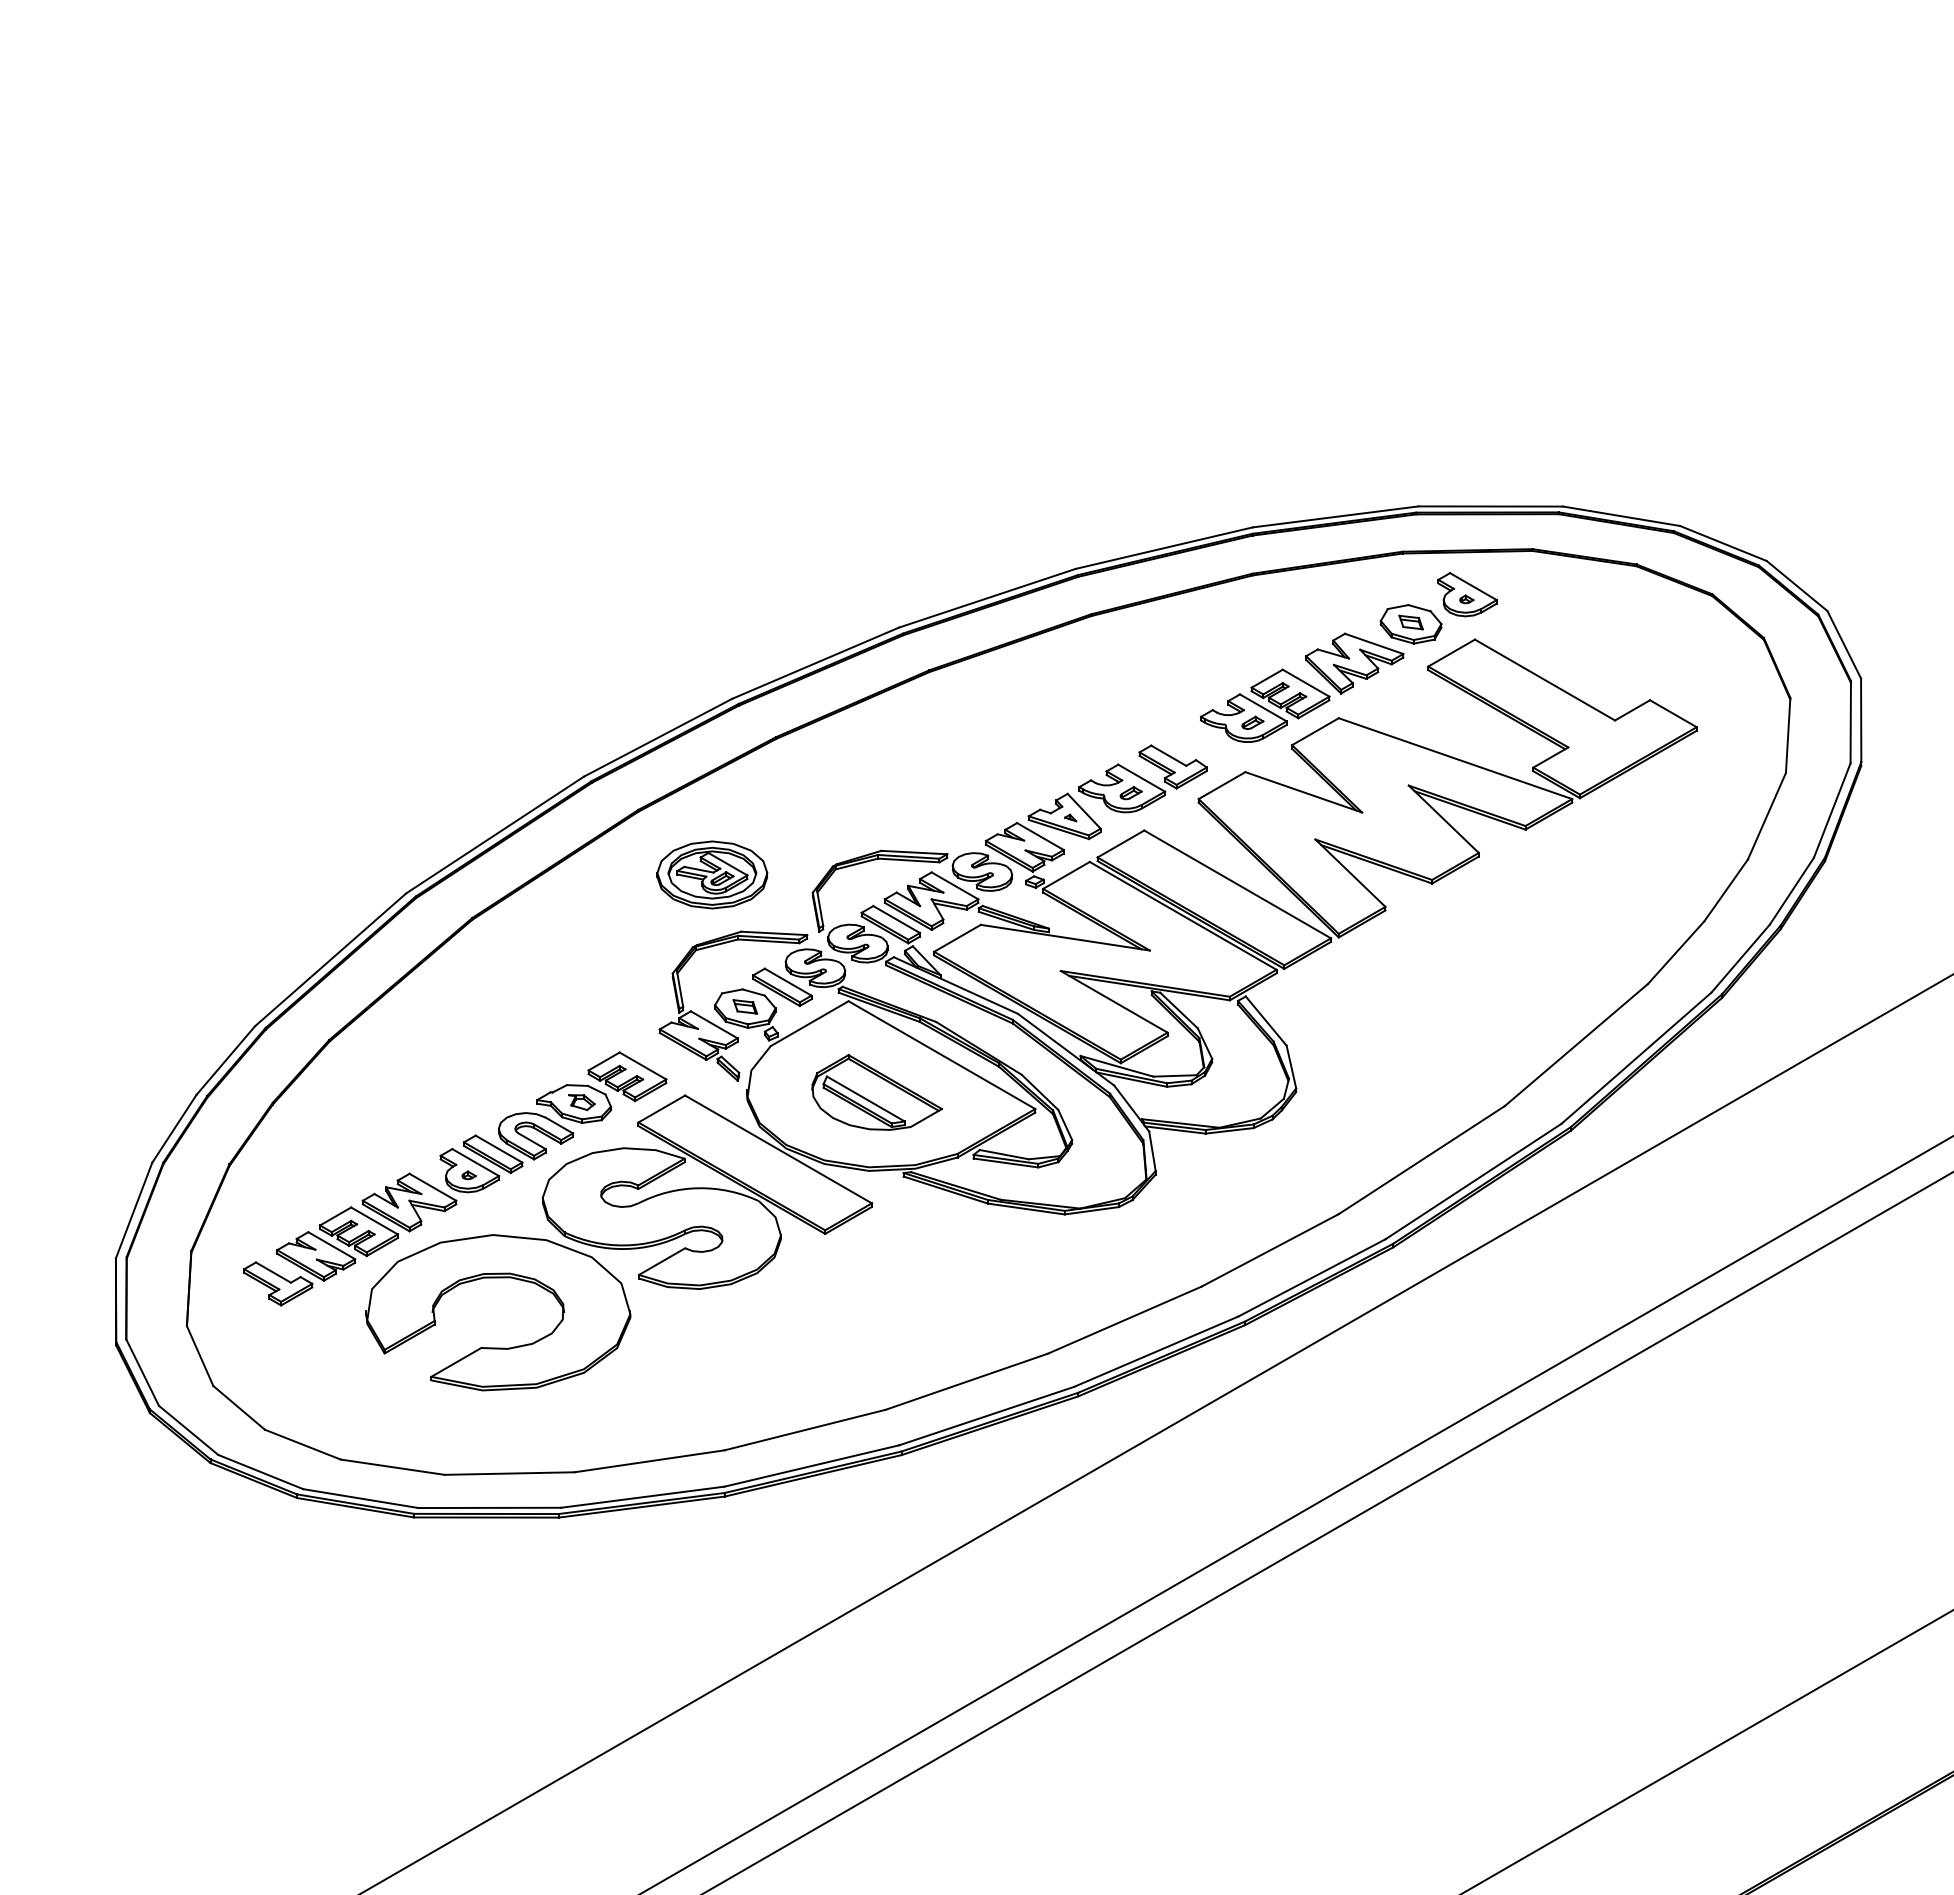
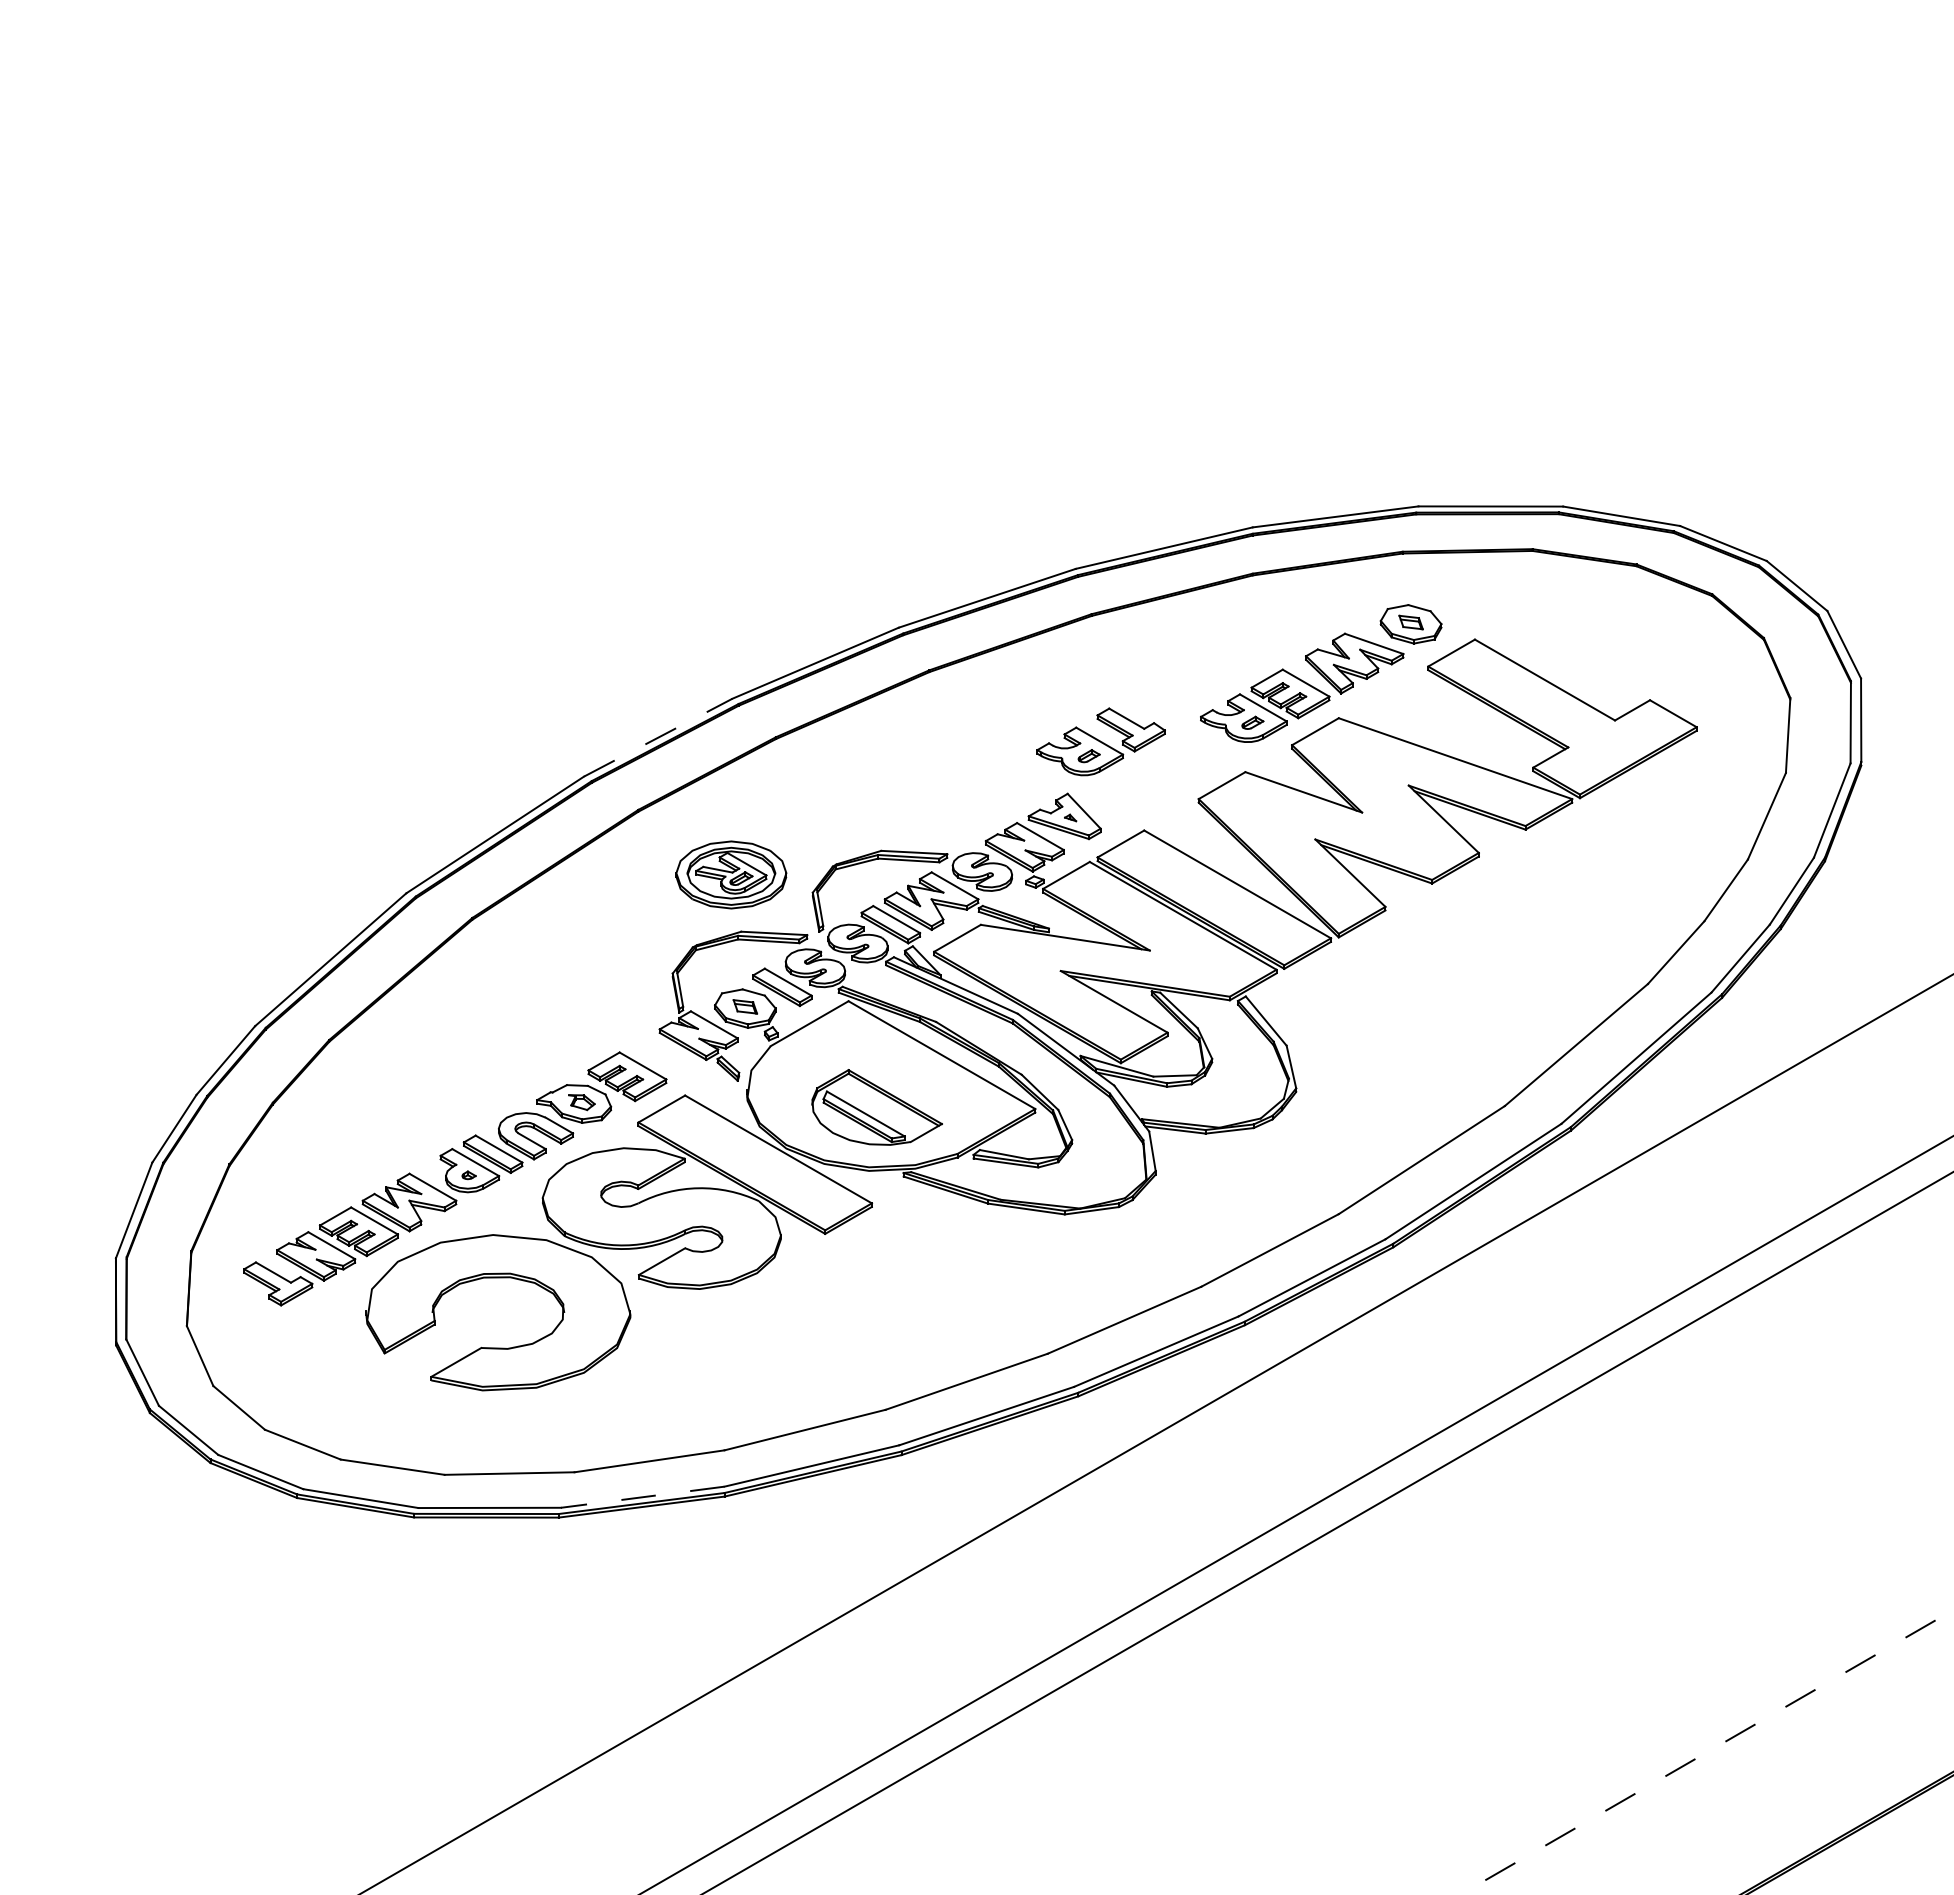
part at (1467, 594): present -> none
line at (658, 737): solid -> dashed
part at (1142, 778) position: (1142, 778) -> (1100, 741)
part at (712, 874) position: (712, 874) -> (731, 874)
part at (876, 1092) position: (876, 1092) -> (876, 1107)
line at (642, 1497): solid -> dashed
line at (1706, 1752): solid -> dashed
